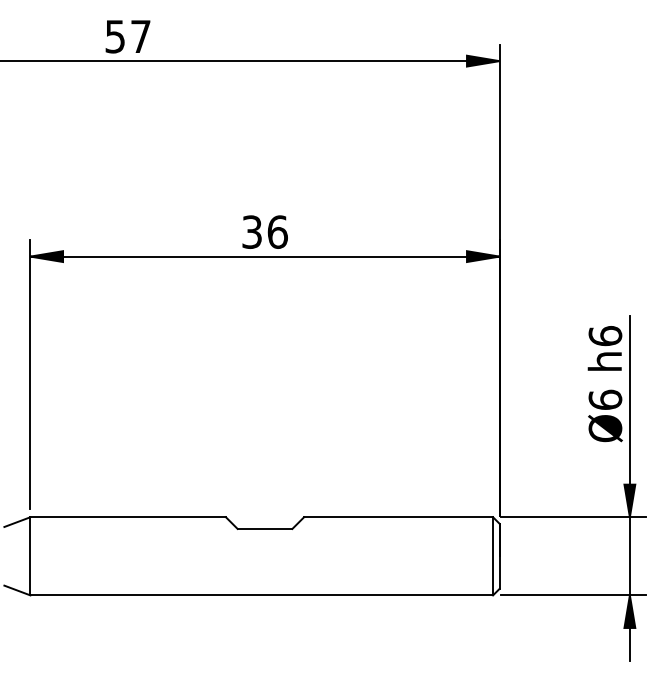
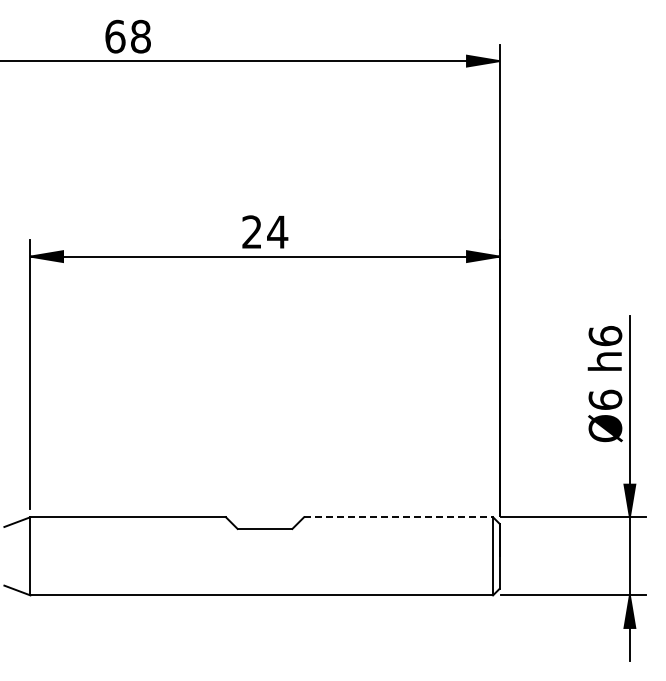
text at (127, 36): 57 -> 68
text at (265, 231): 36 -> 24
line at (399, 517): solid -> dashed
